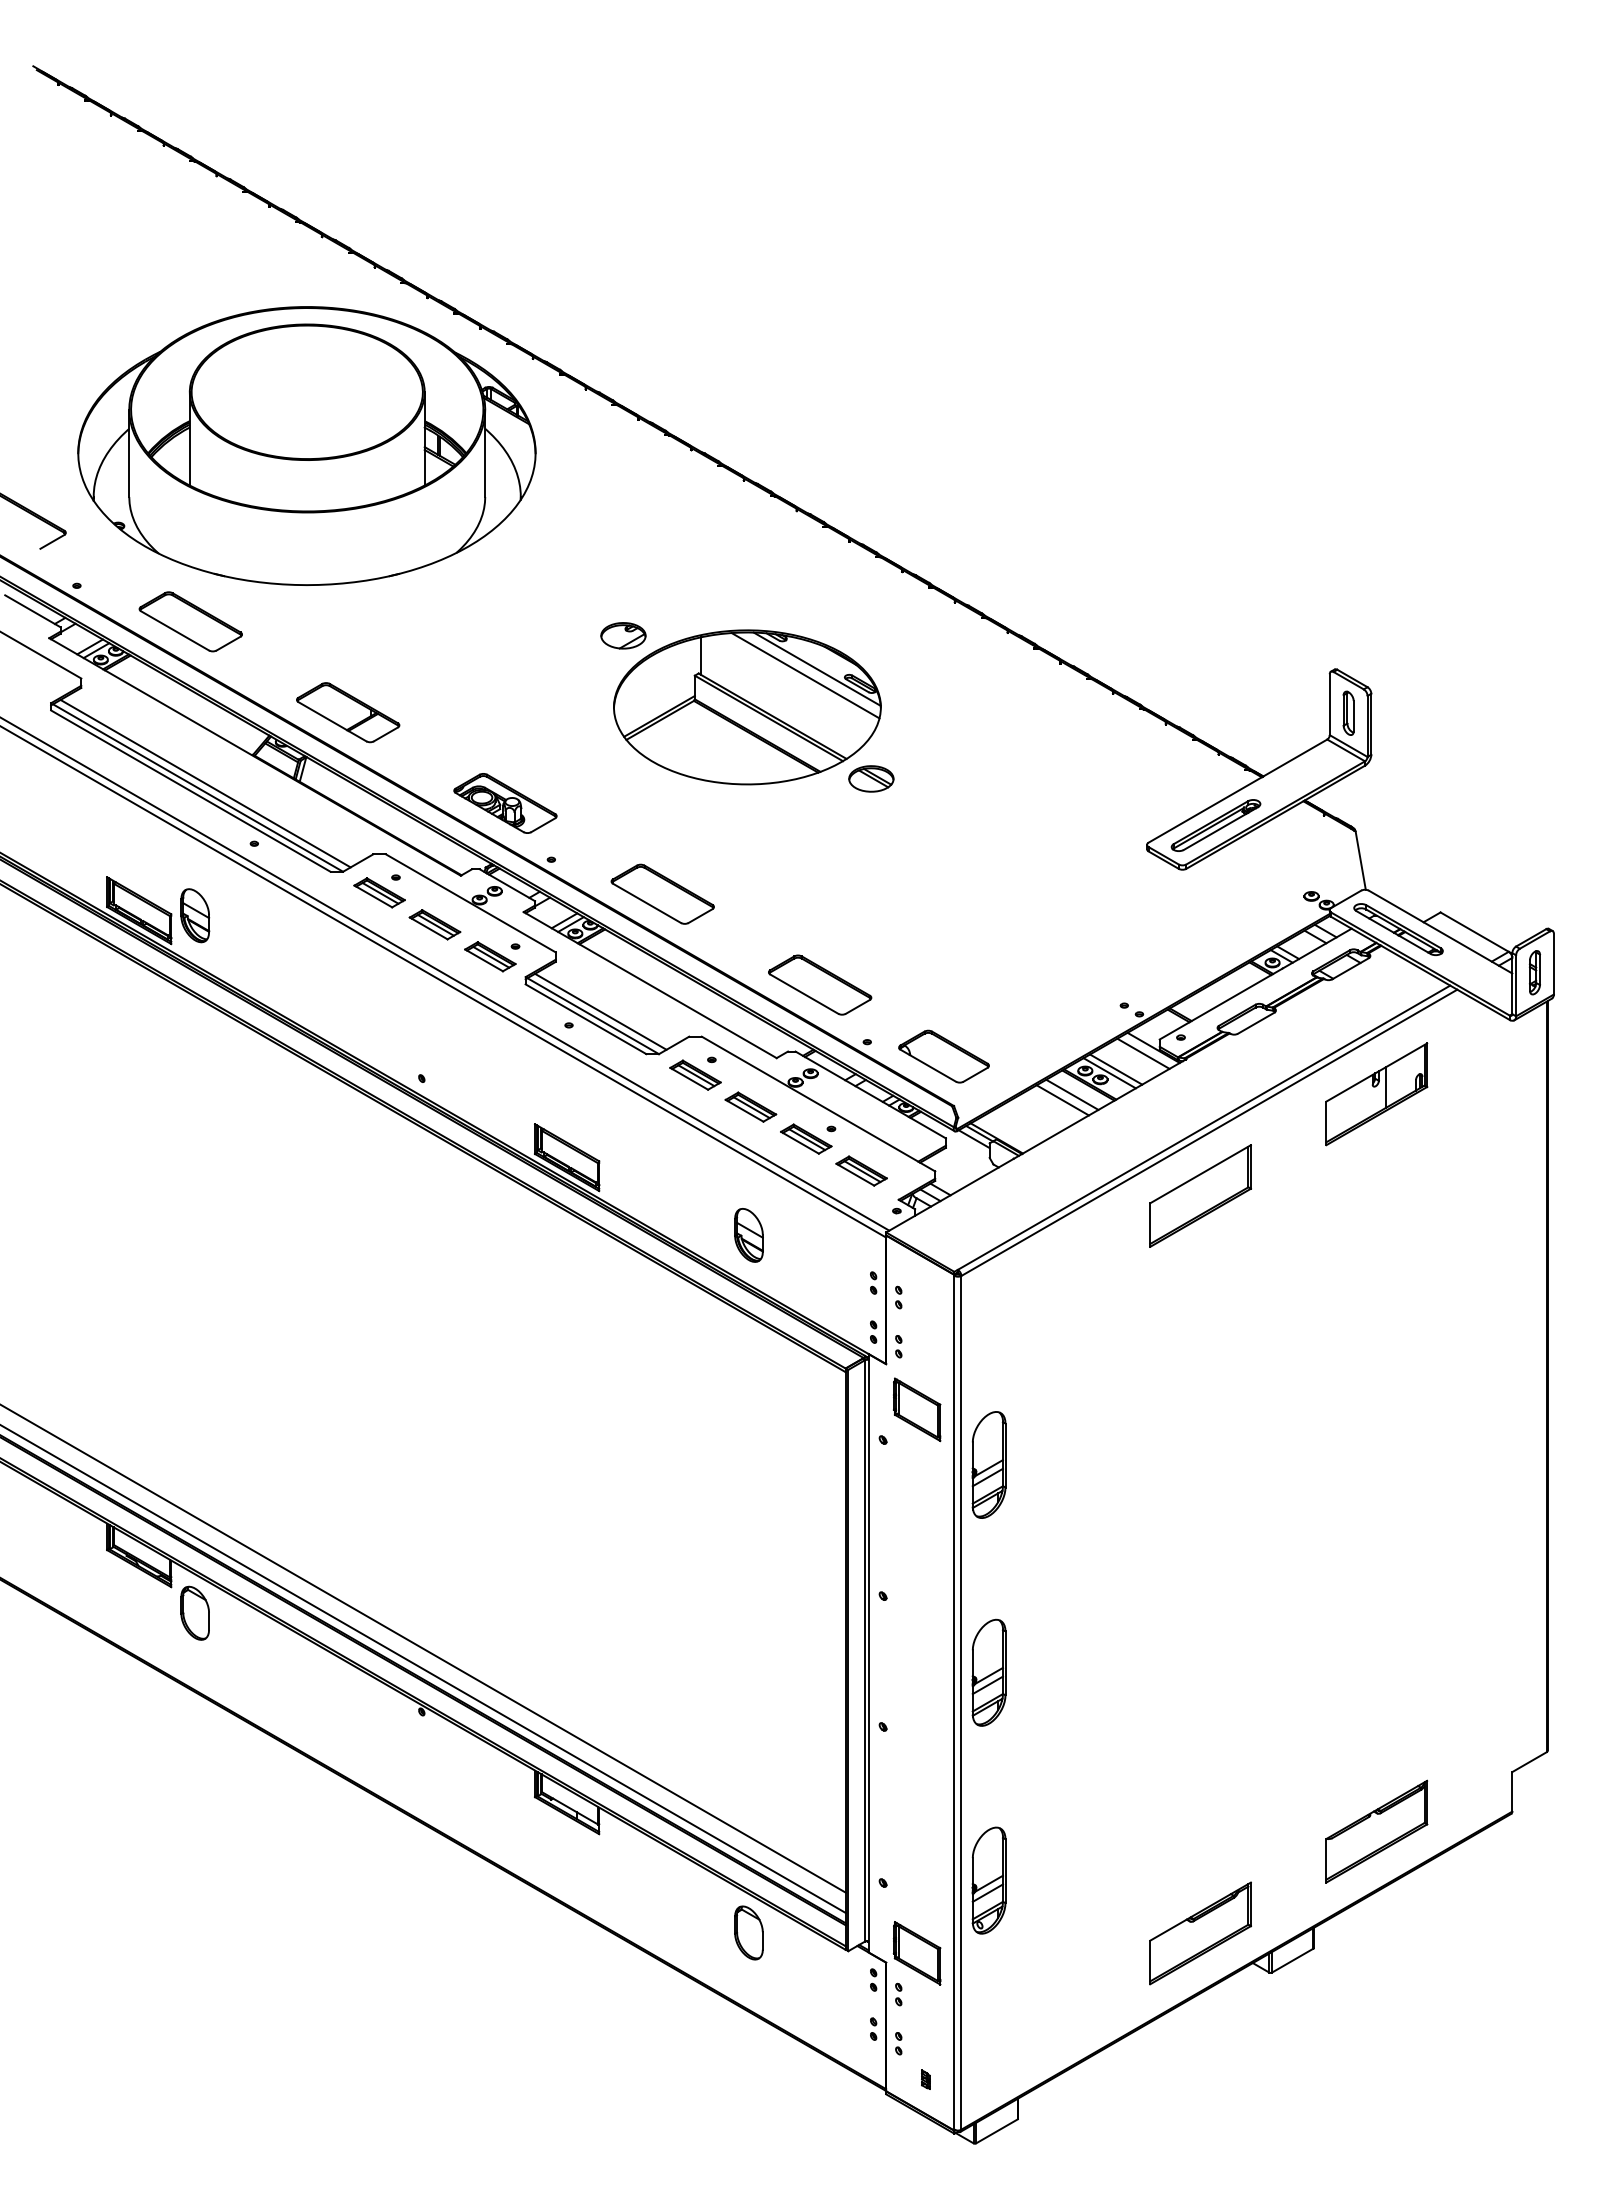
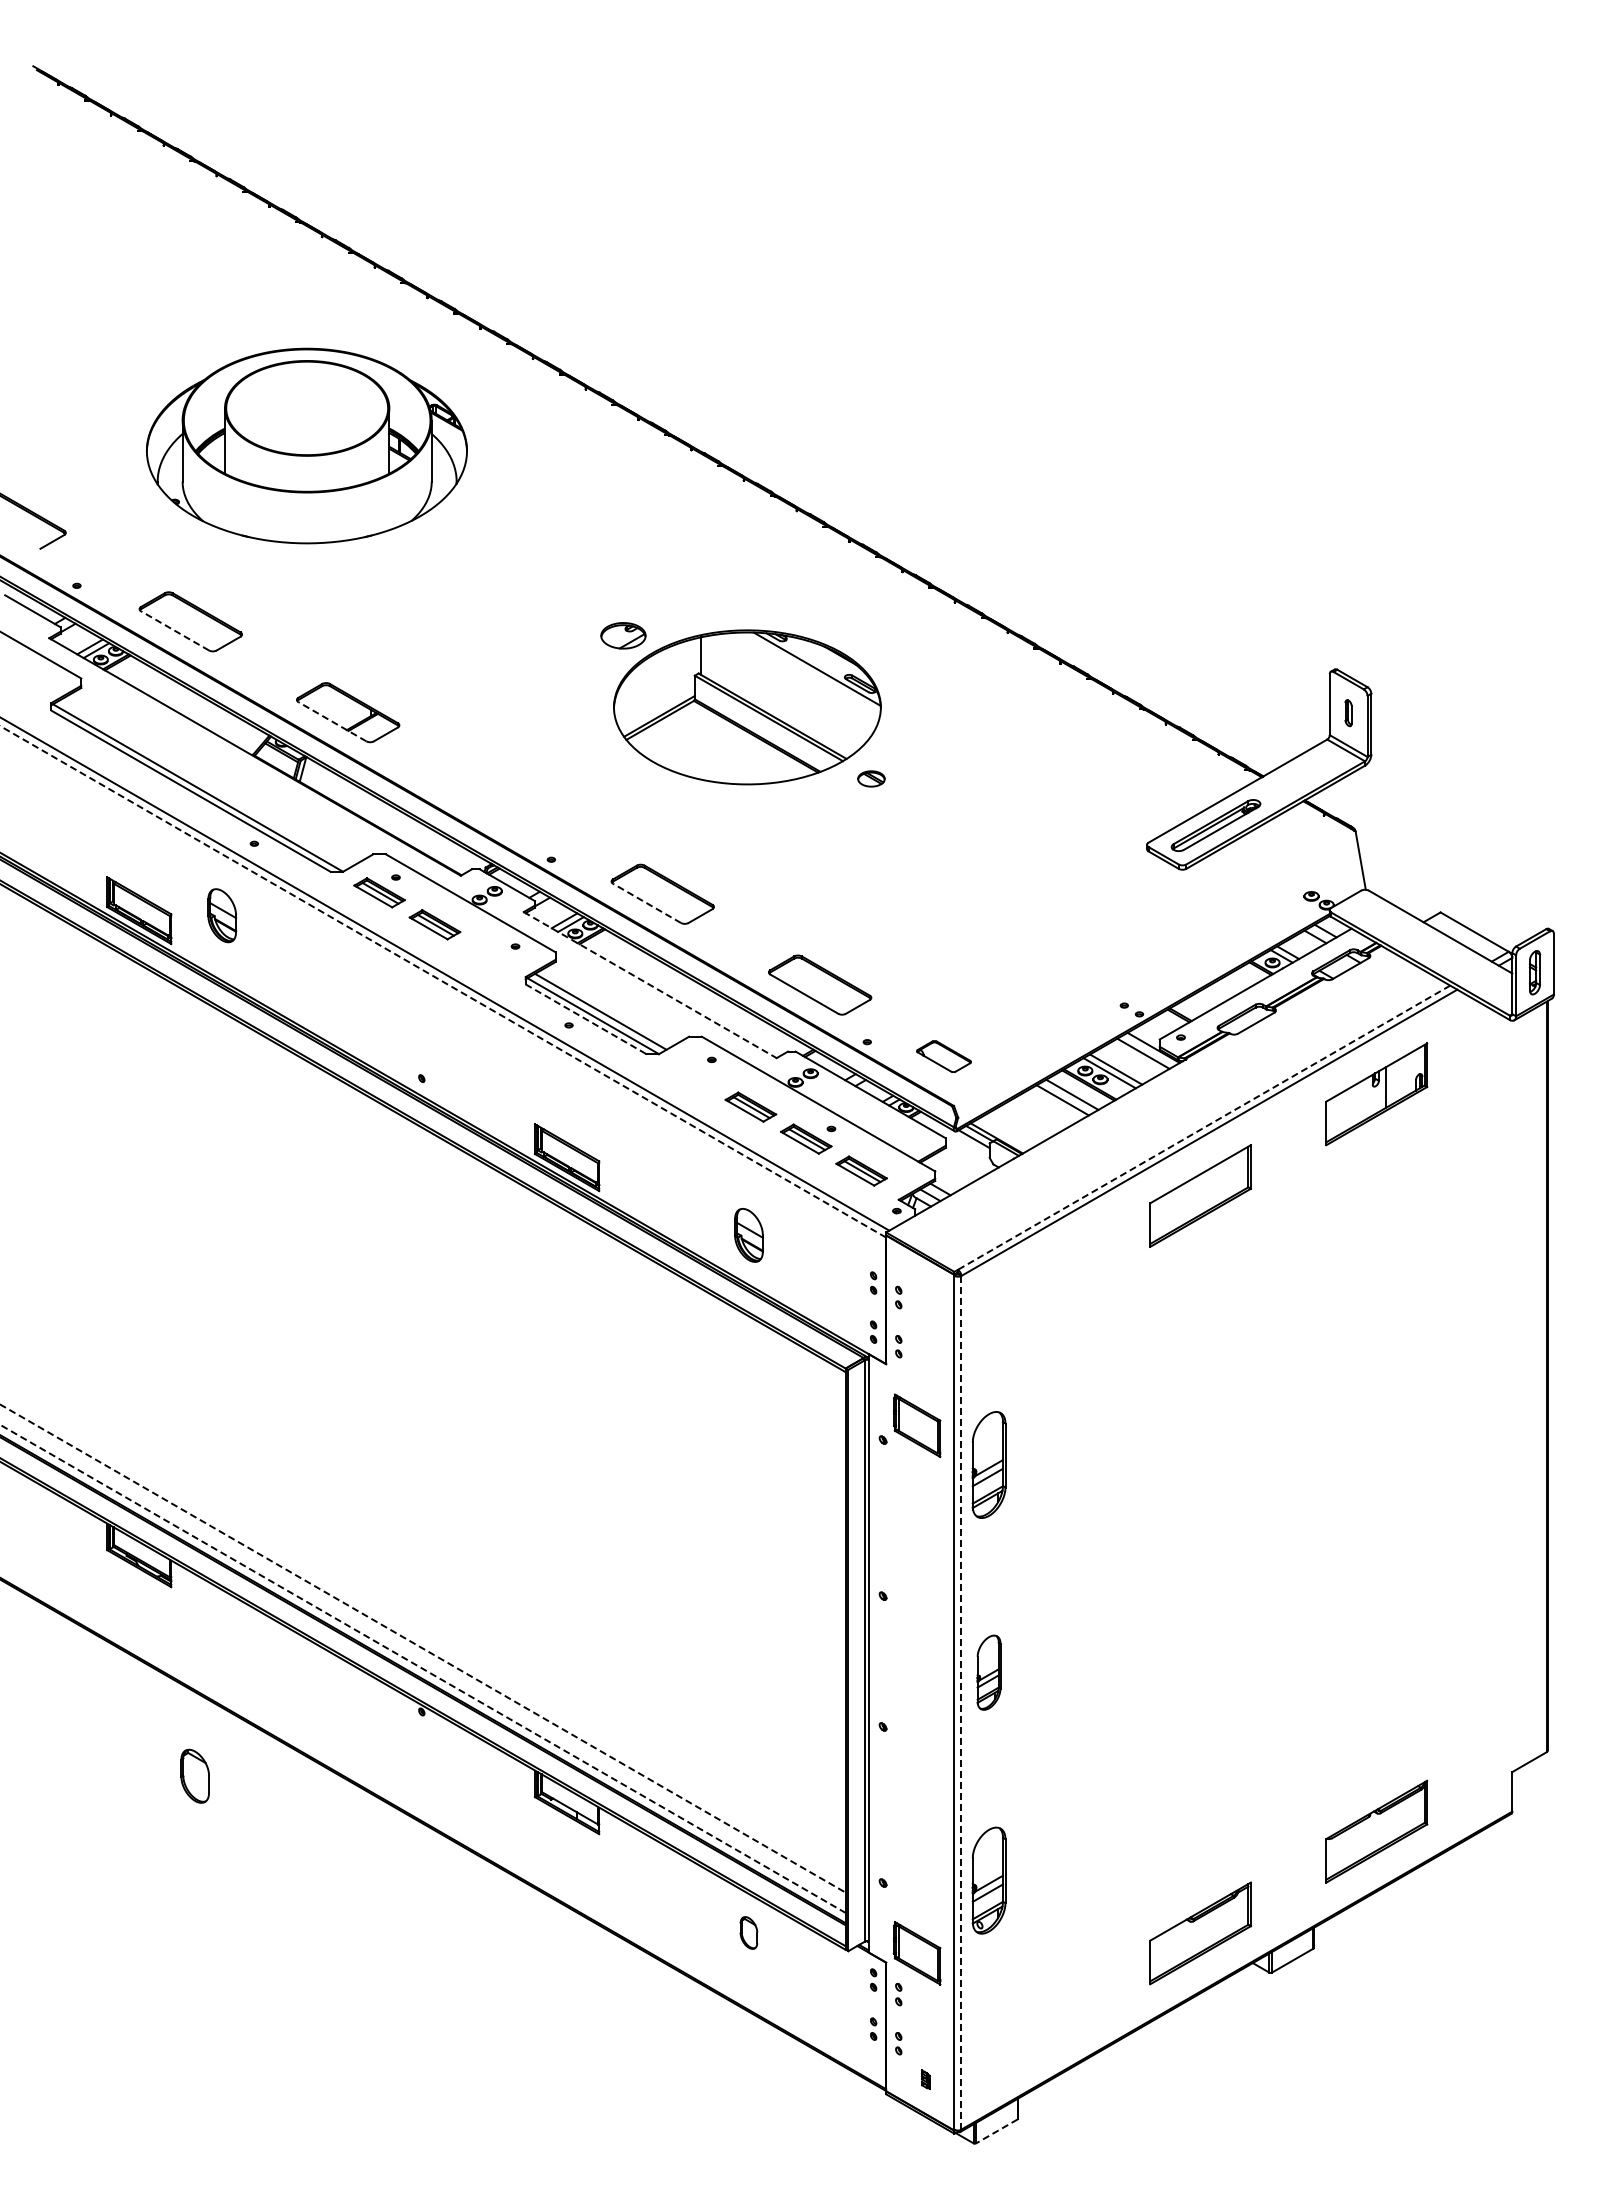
part at (306, 445) size: 460x280 px -> 322x198 px
line at (174, 630): solid -> dashed
line at (805, 675): present -> none
part at (1348, 712) size: 13x46 px -> 9x29 px
line at (332, 721): solid -> dashed
part at (871, 778) size: 47x28 px -> 29x18 px
line at (205, 783): present -> none
part at (505, 803): present -> none
line at (646, 903): solid -> dashed
part at (195, 915) position: (195, 915) -> (222, 915)
part at (1398, 929): present -> none
part at (490, 956): present -> none
line at (442, 981): solid -> dashed
line at (650, 985): solid -> dashed
line at (586, 1019): solid -> dashed
part at (943, 1056) size: 92x55 px -> 56x33 px
part at (695, 1074): present -> none
line at (1203, 1128): solid -> dashed
part at (917, 1409) position: (917, 1409) -> (917, 1425)
part at (194, 1612) position: (194, 1612) -> (194, 1775)
line at (423, 1648): solid -> dashed
line at (422, 1668): solid -> dashed
part at (988, 1672) size: 36x109 px -> 26x77 px
line at (961, 1702): solid -> dashed
part at (748, 1932) size: 30x56 px -> 20x34 px
line at (996, 2131): solid -> dashed
